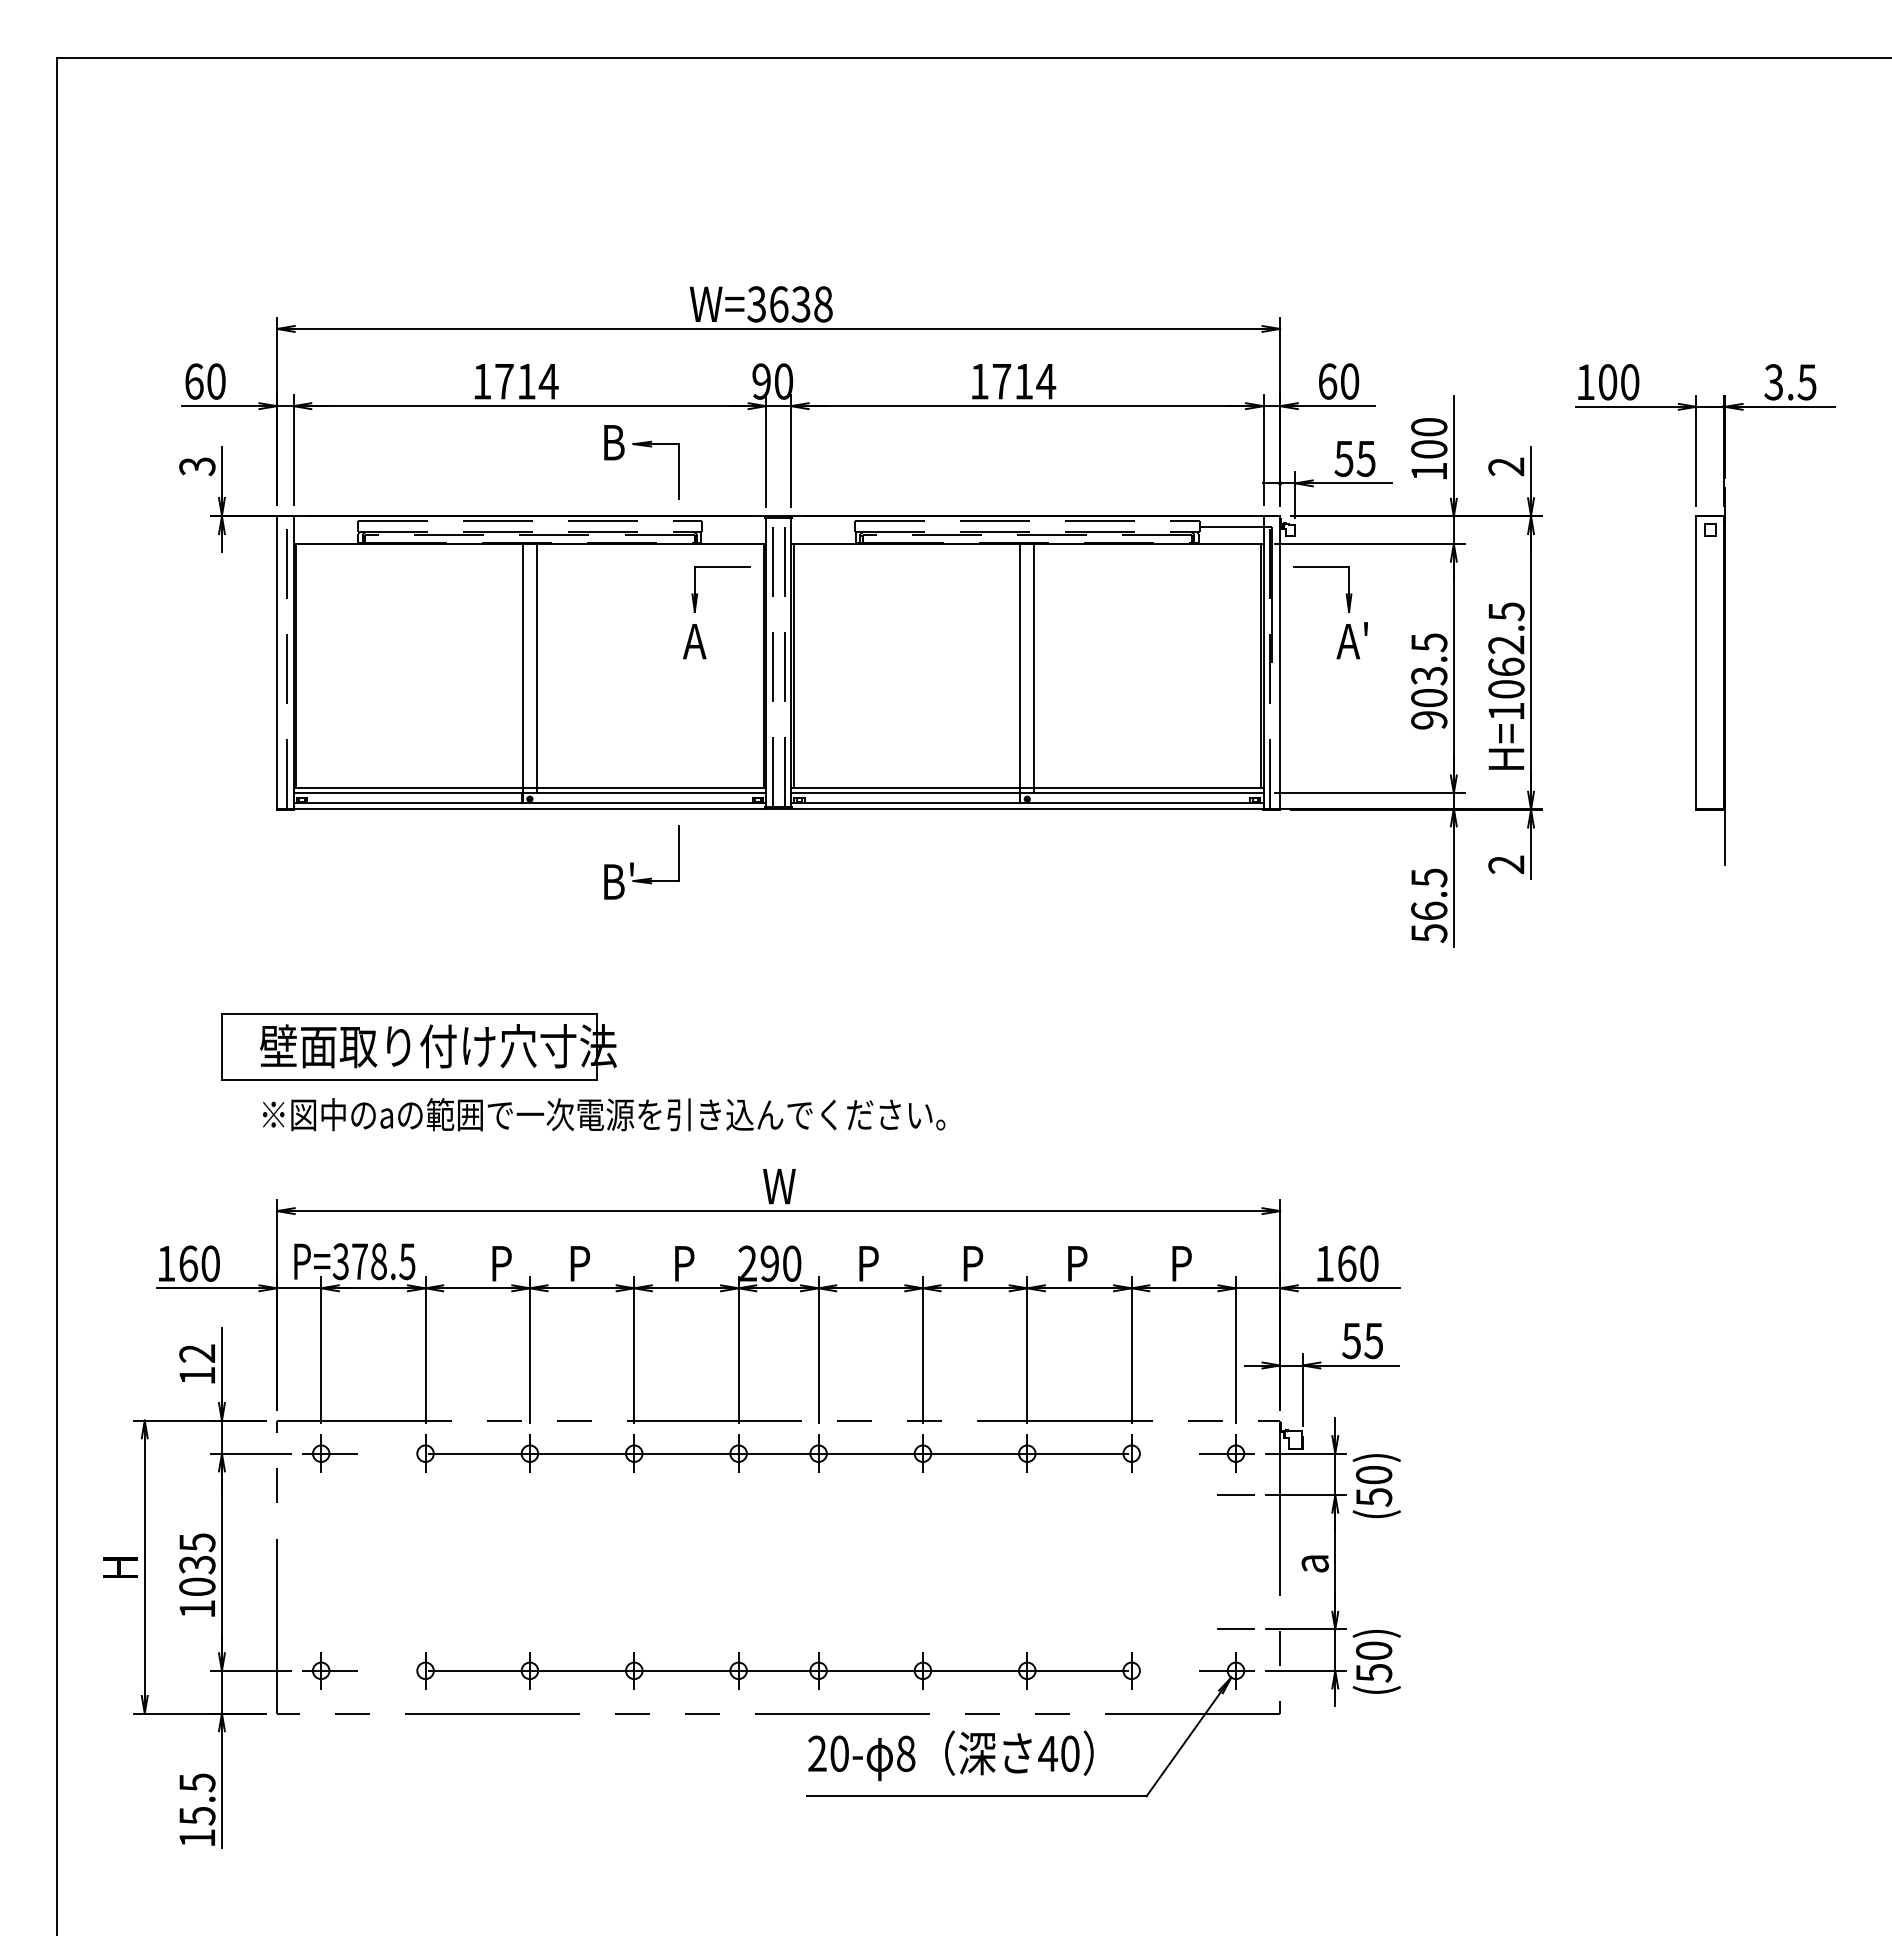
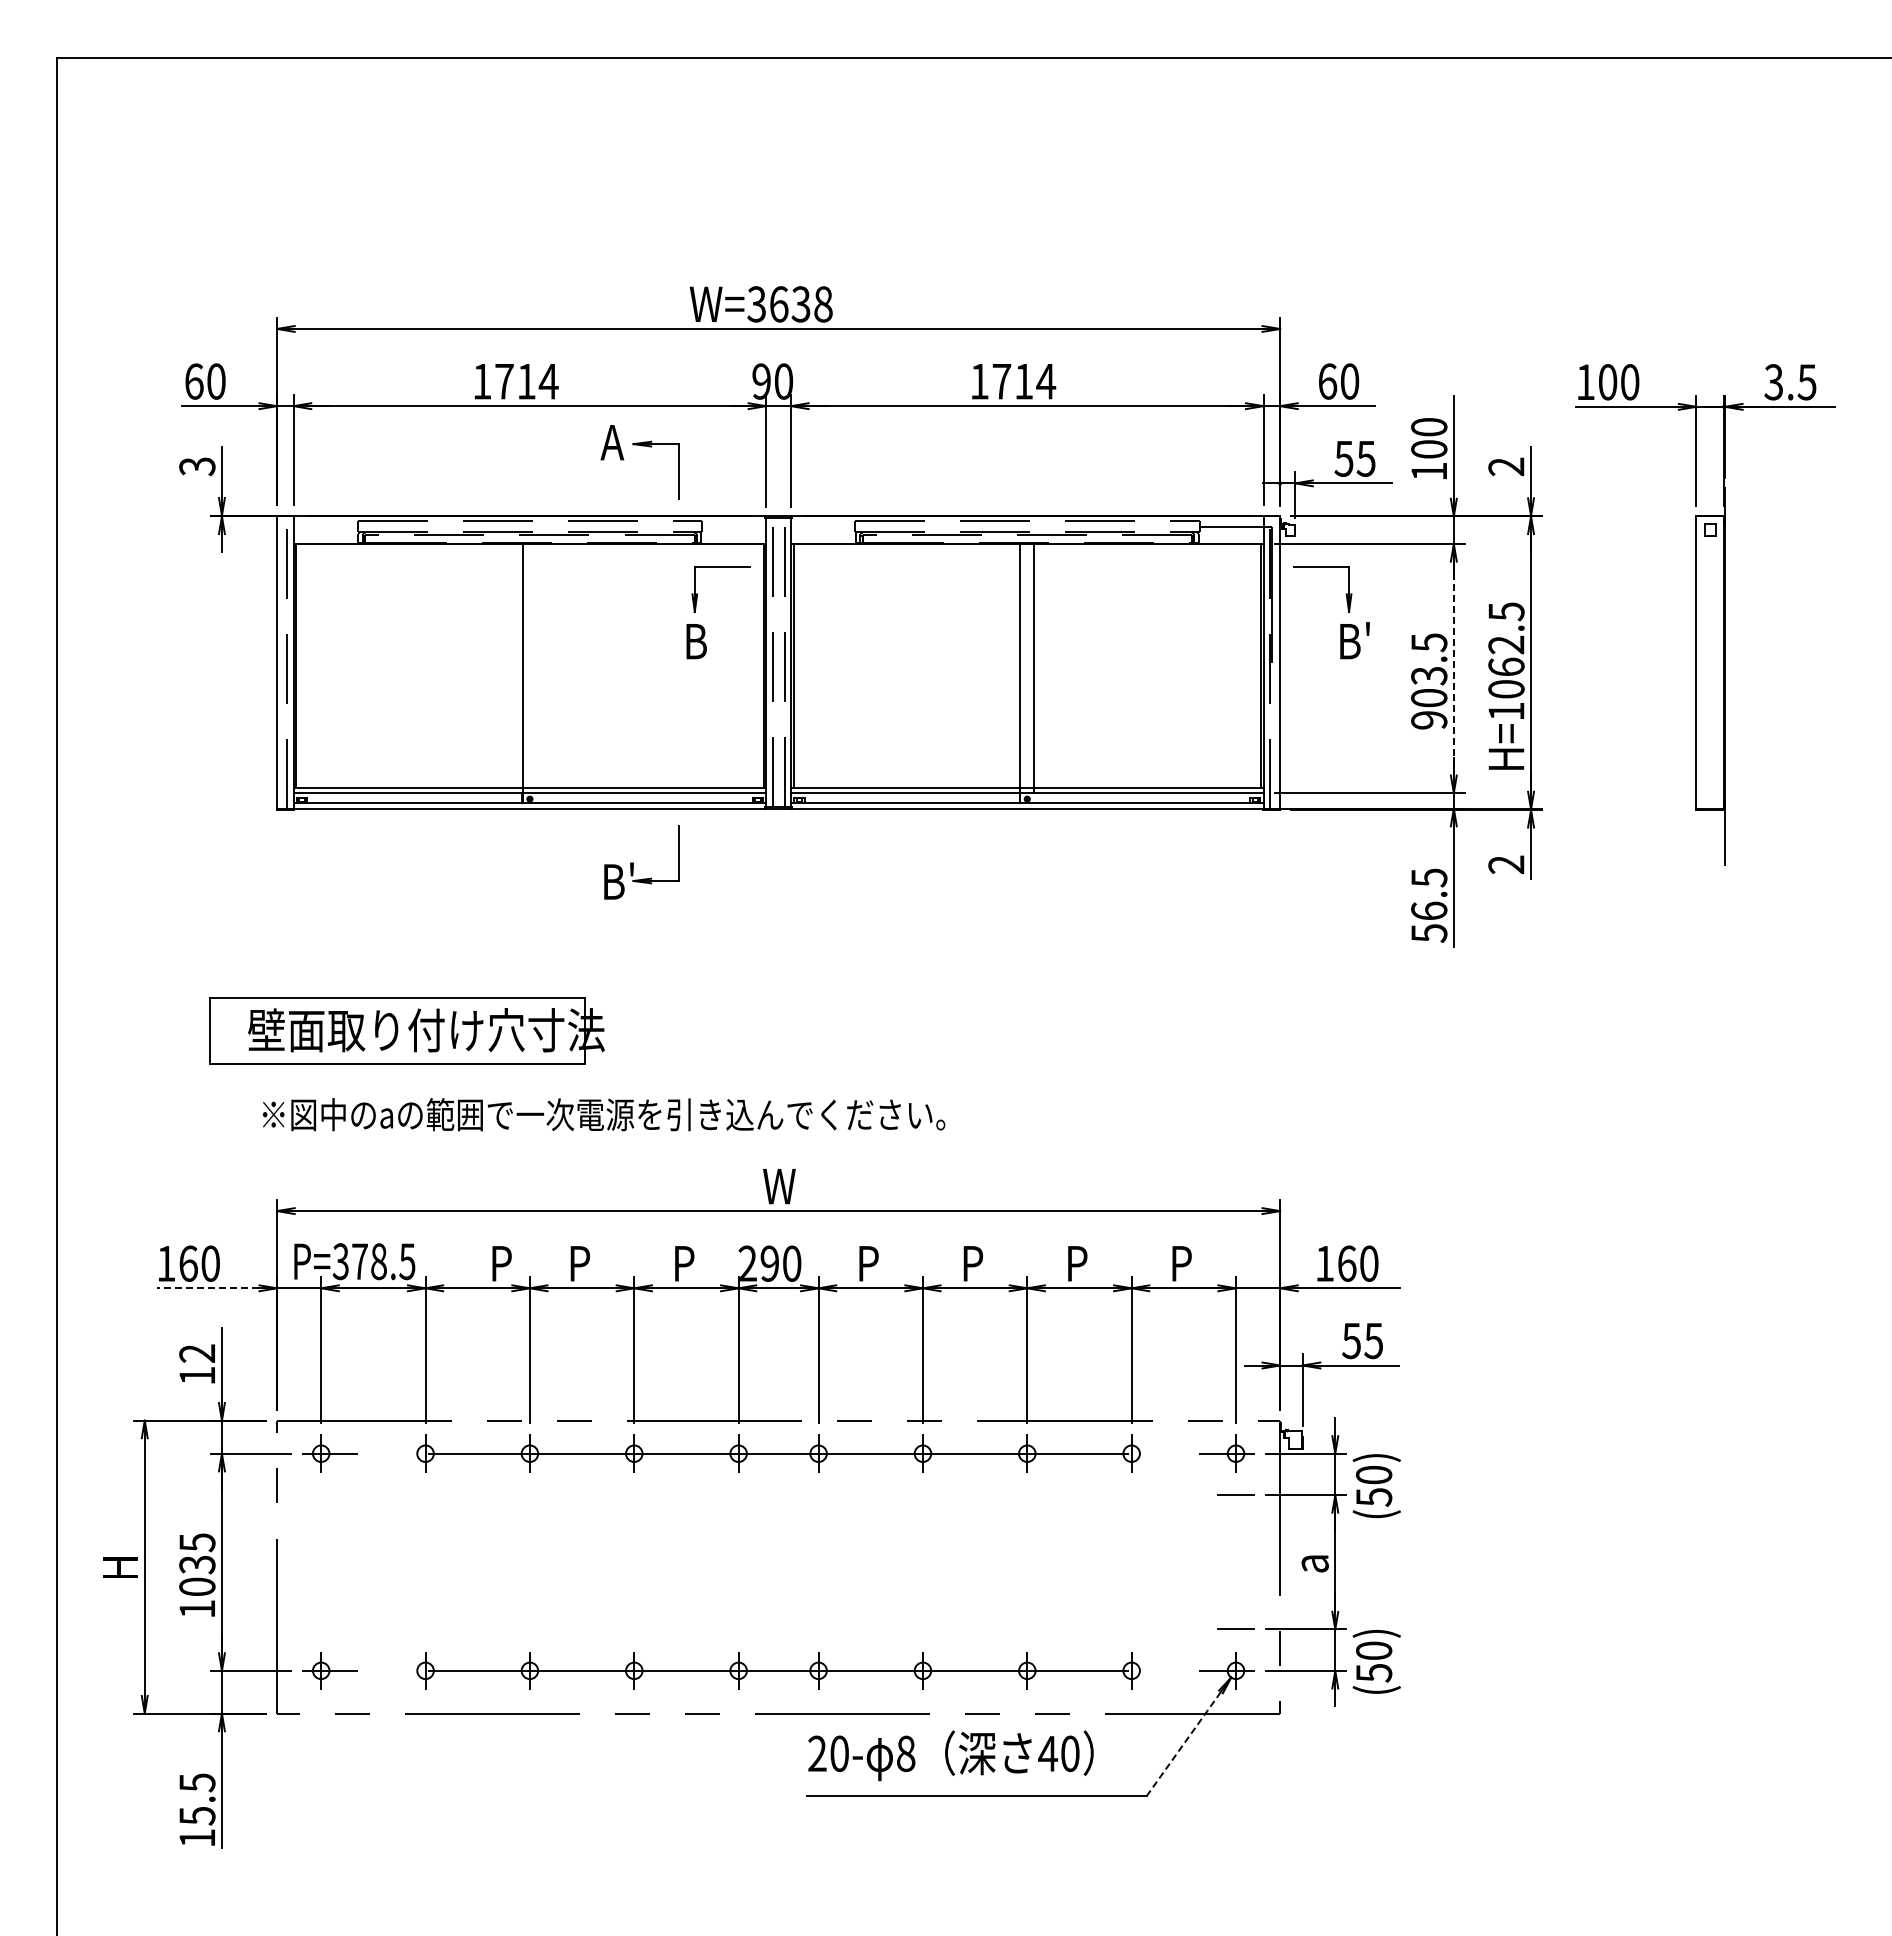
text at (612, 442): B -> A
text at (1352, 640): A' -> B'
text at (694, 641): A -> B
line at (537, 668): present -> none
line at (1453, 668): solid -> dashed
part at (418, 1046) position: (418, 1046) -> (406, 1030)
line at (207, 1288): solid -> dashed
line at (1184, 1743): solid -> dashed
